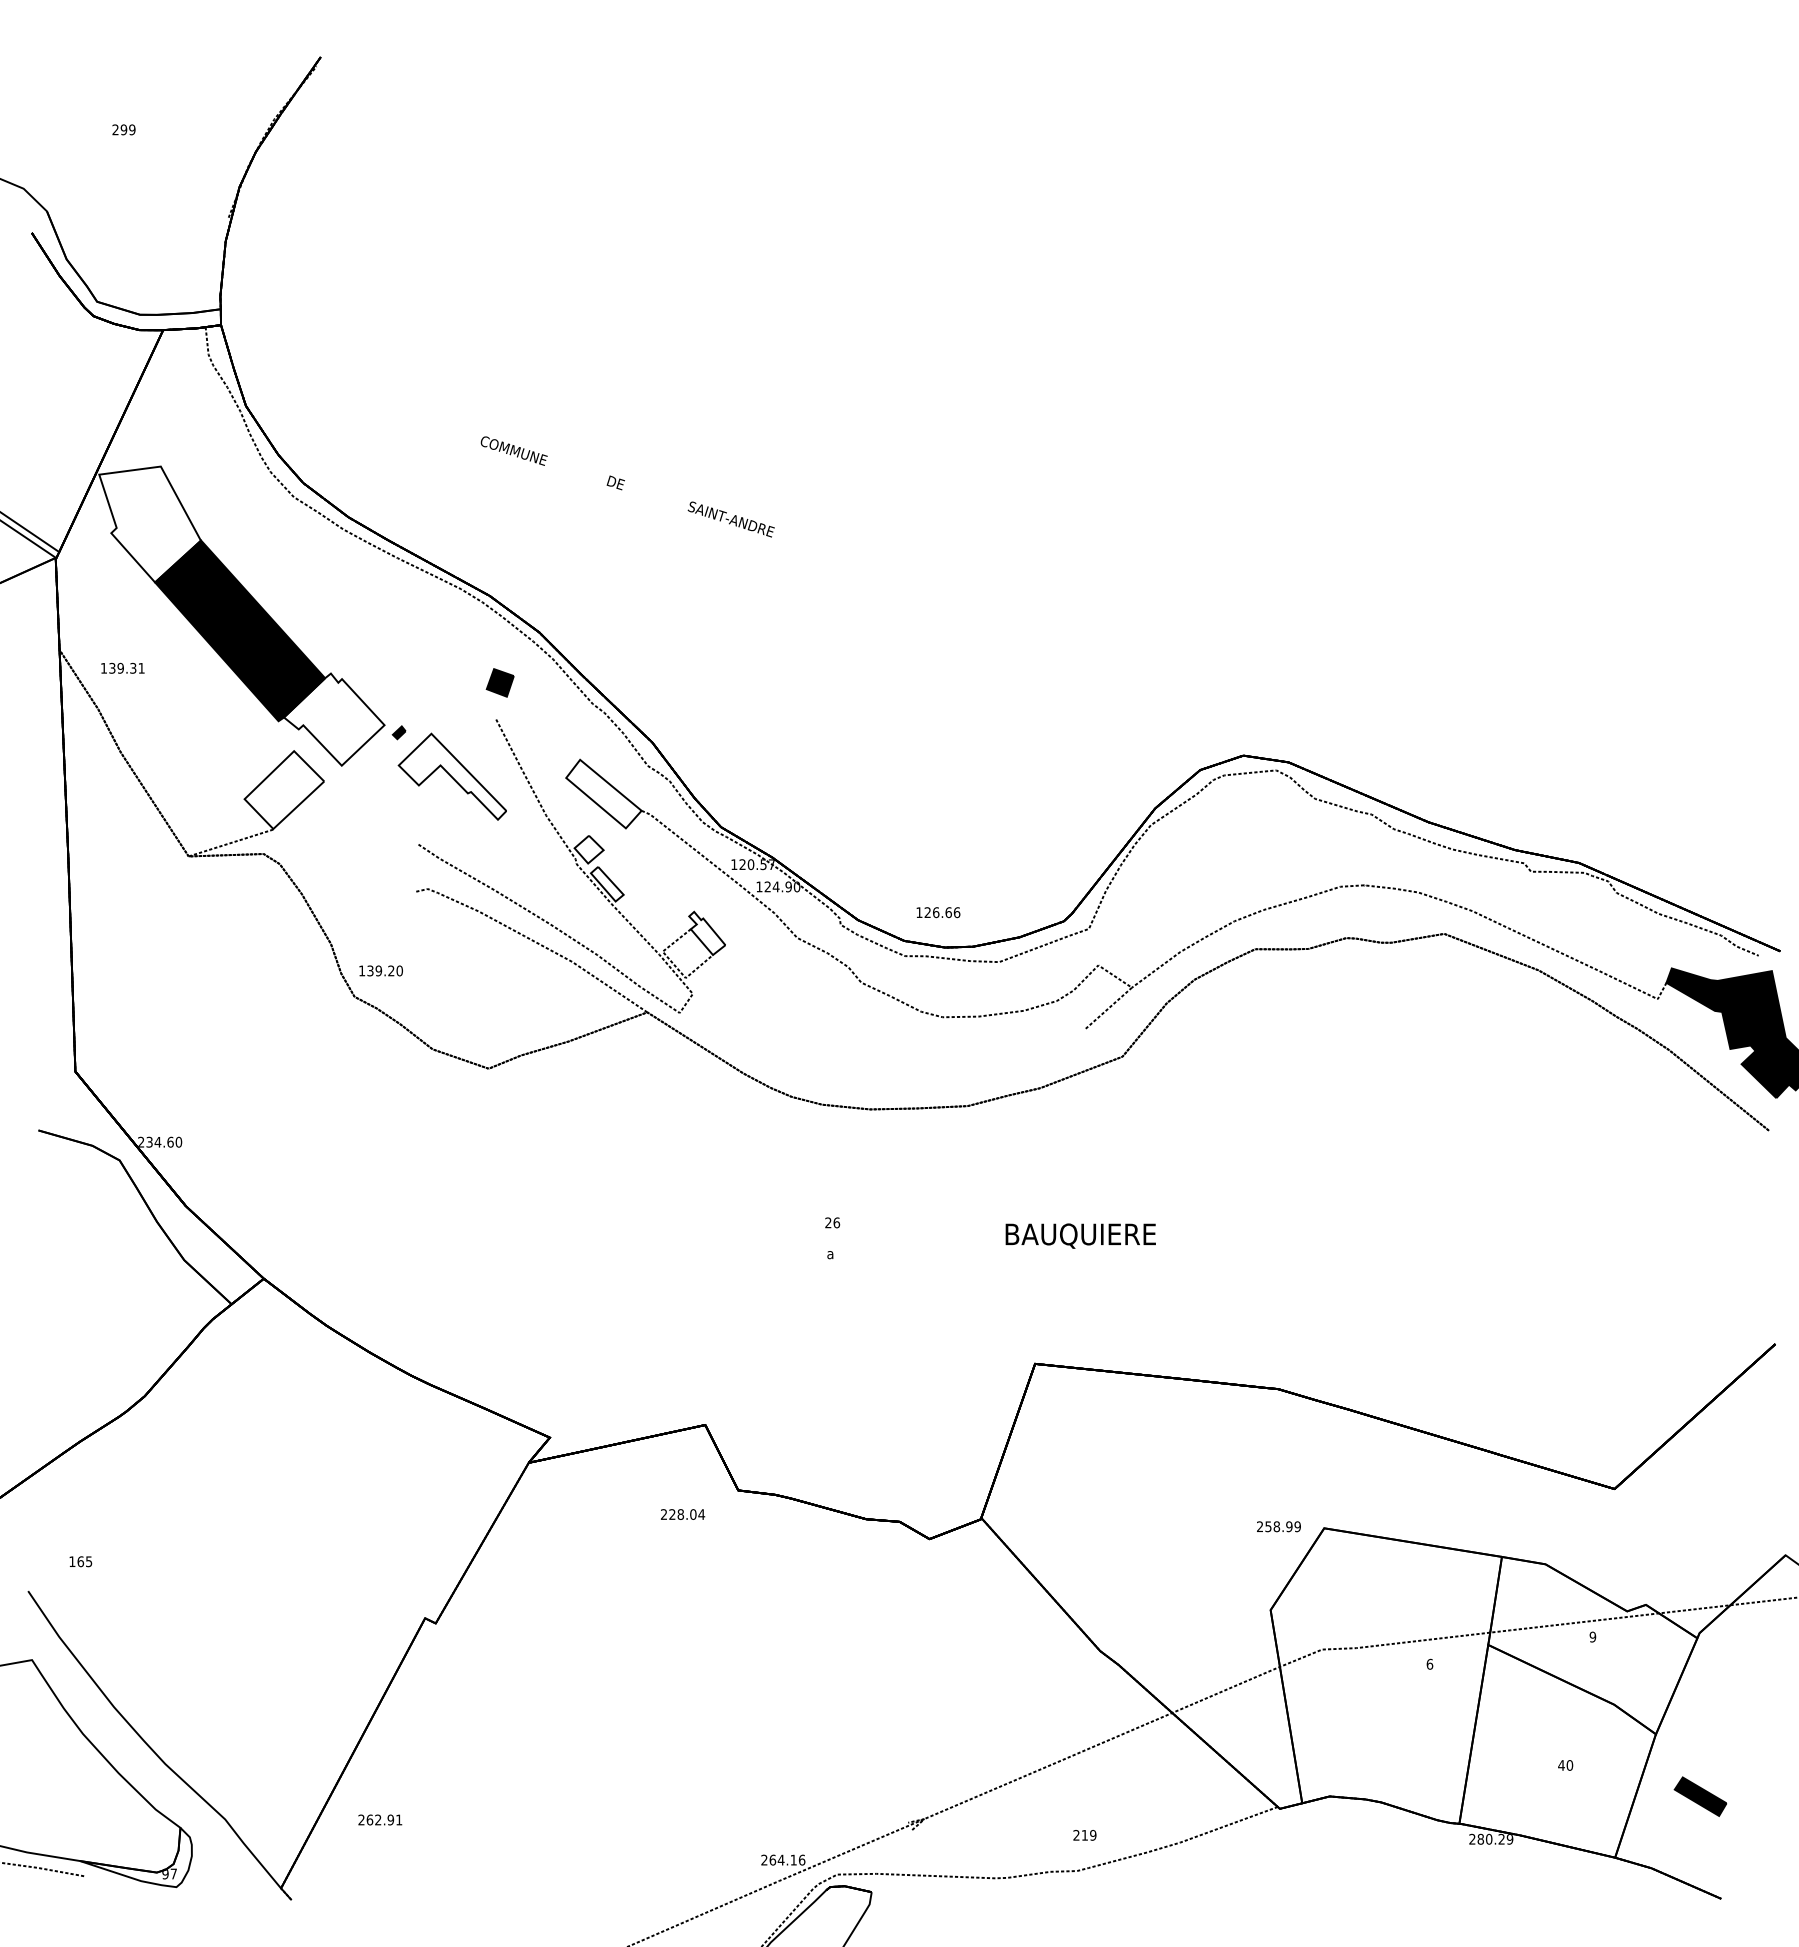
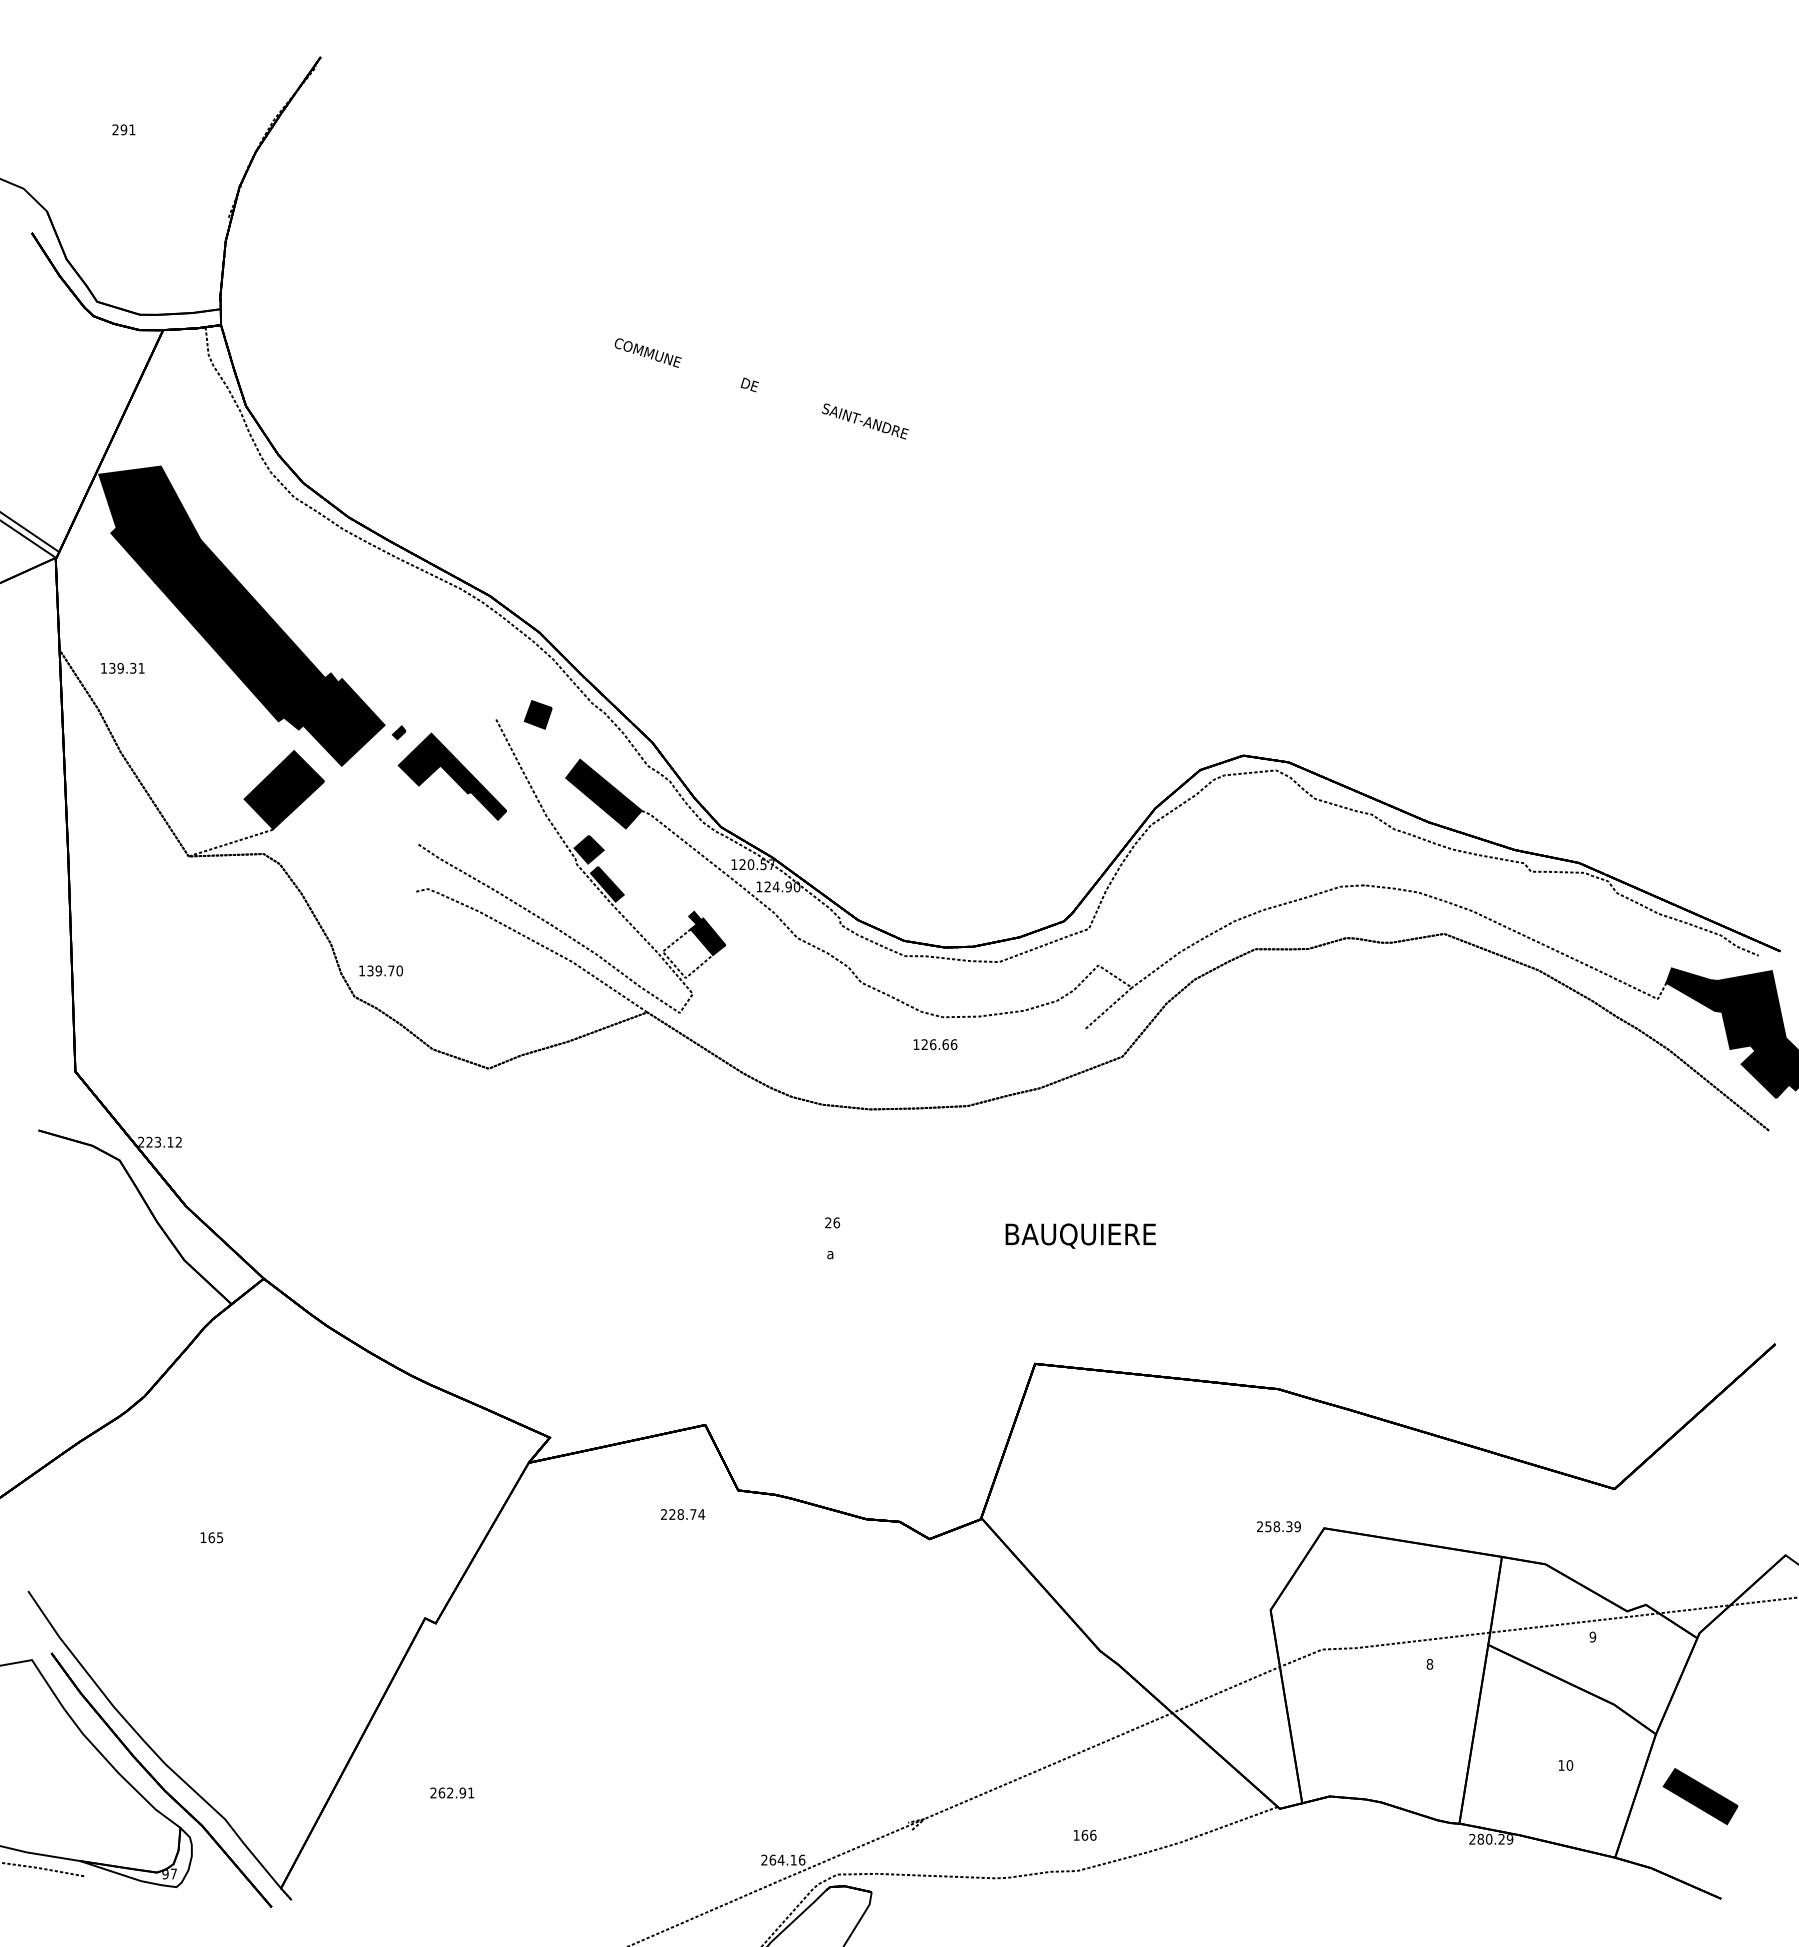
text at (132, 129): 299 -> 291
text at (627, 486) position: (627, 486) -> (761, 388)
fill at (150, 524): none -> present
part at (499, 682) position: (499, 682) -> (537, 714)
fill at (334, 719): none -> present
fill at (452, 776): none -> present
fill at (284, 790): none -> present
fill at (603, 793): none -> present
fill at (588, 849): none -> present
fill at (606, 883): none -> present
text at (938, 912) position: (938, 912) -> (935, 1044)
fill at (707, 933): none -> present
text at (391, 970): 139.20 -> 139.70
text at (164, 1141): 234.60 -> 223.12
text at (693, 1514): 228.04 -> 228.74
text at (1289, 1526): 258.99 -> 258.39
text at (80, 1561) position: (80, 1561) -> (211, 1537)
text at (1429, 1664): 6 -> 8
text at (1561, 1765): 40 -> 10
part at (161, 1779): none -> present
part at (1700, 1796) size: 55x41 px -> 77x58 px
text at (380, 1819) position: (380, 1819) -> (452, 1792)
text at (1084, 1834): 219 -> 166
